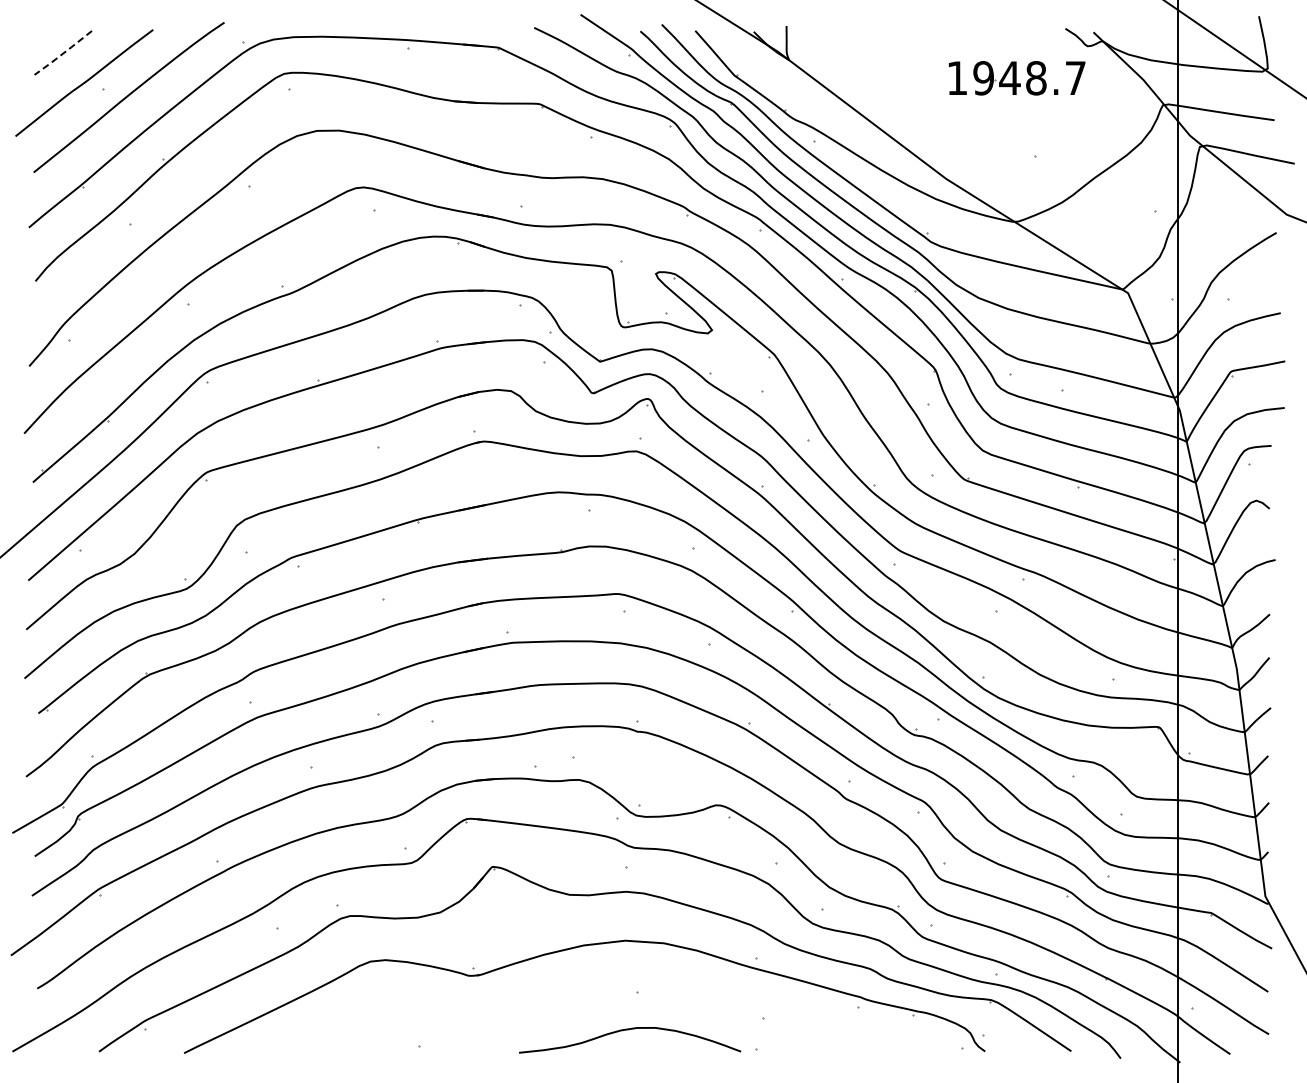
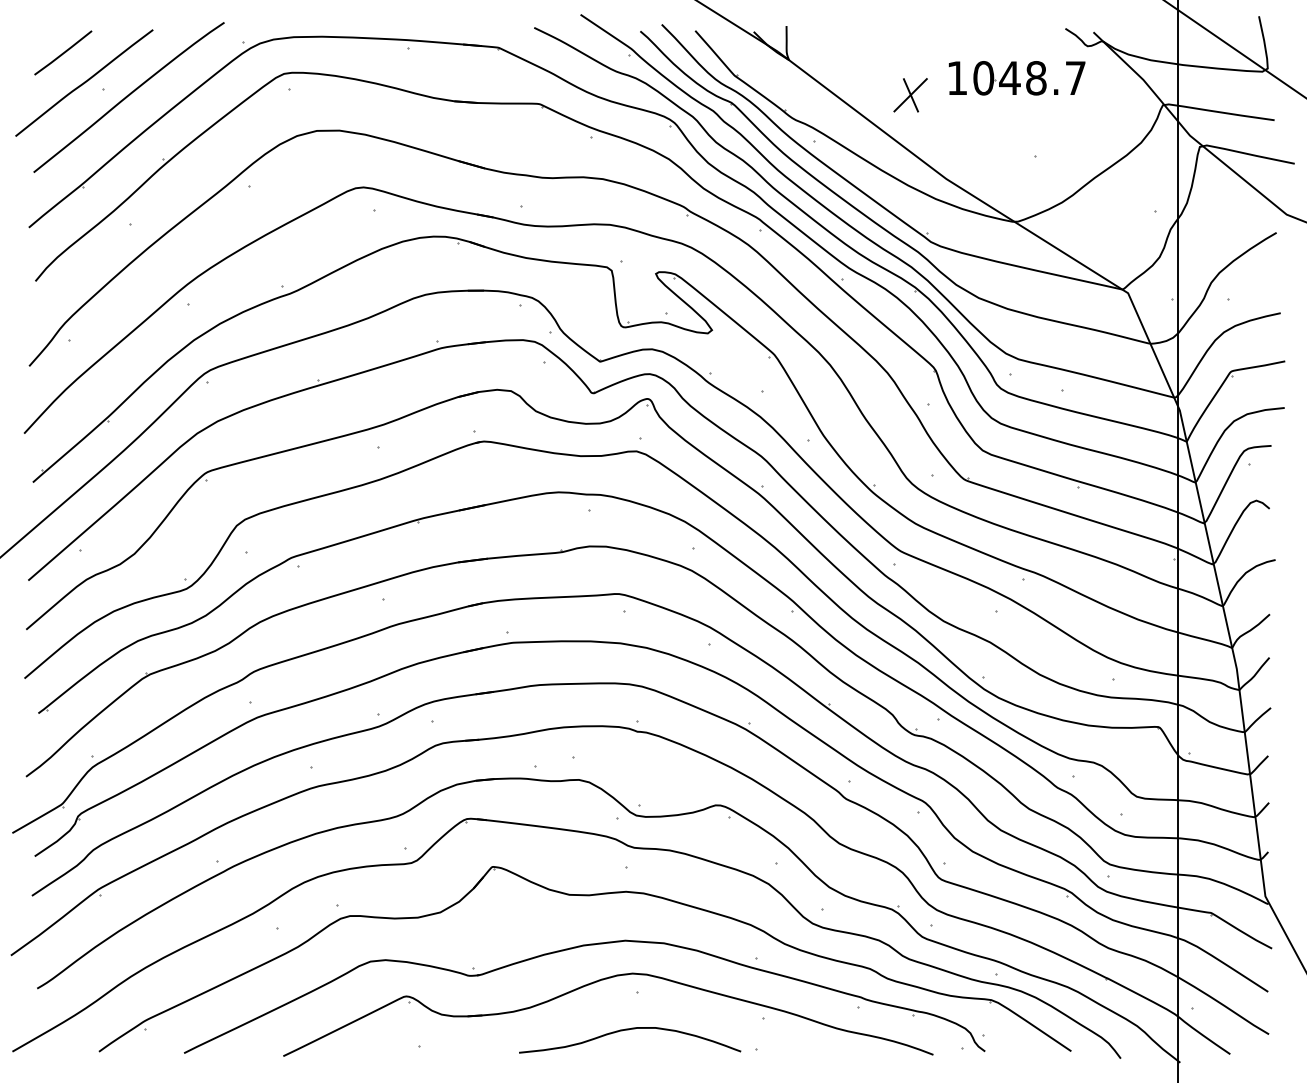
line at (63, 53): dashed -> solid
text at (983, 78): 1948.7 -> 1048.7
part at (910, 95): none -> present
part at (597, 982): none -> present
